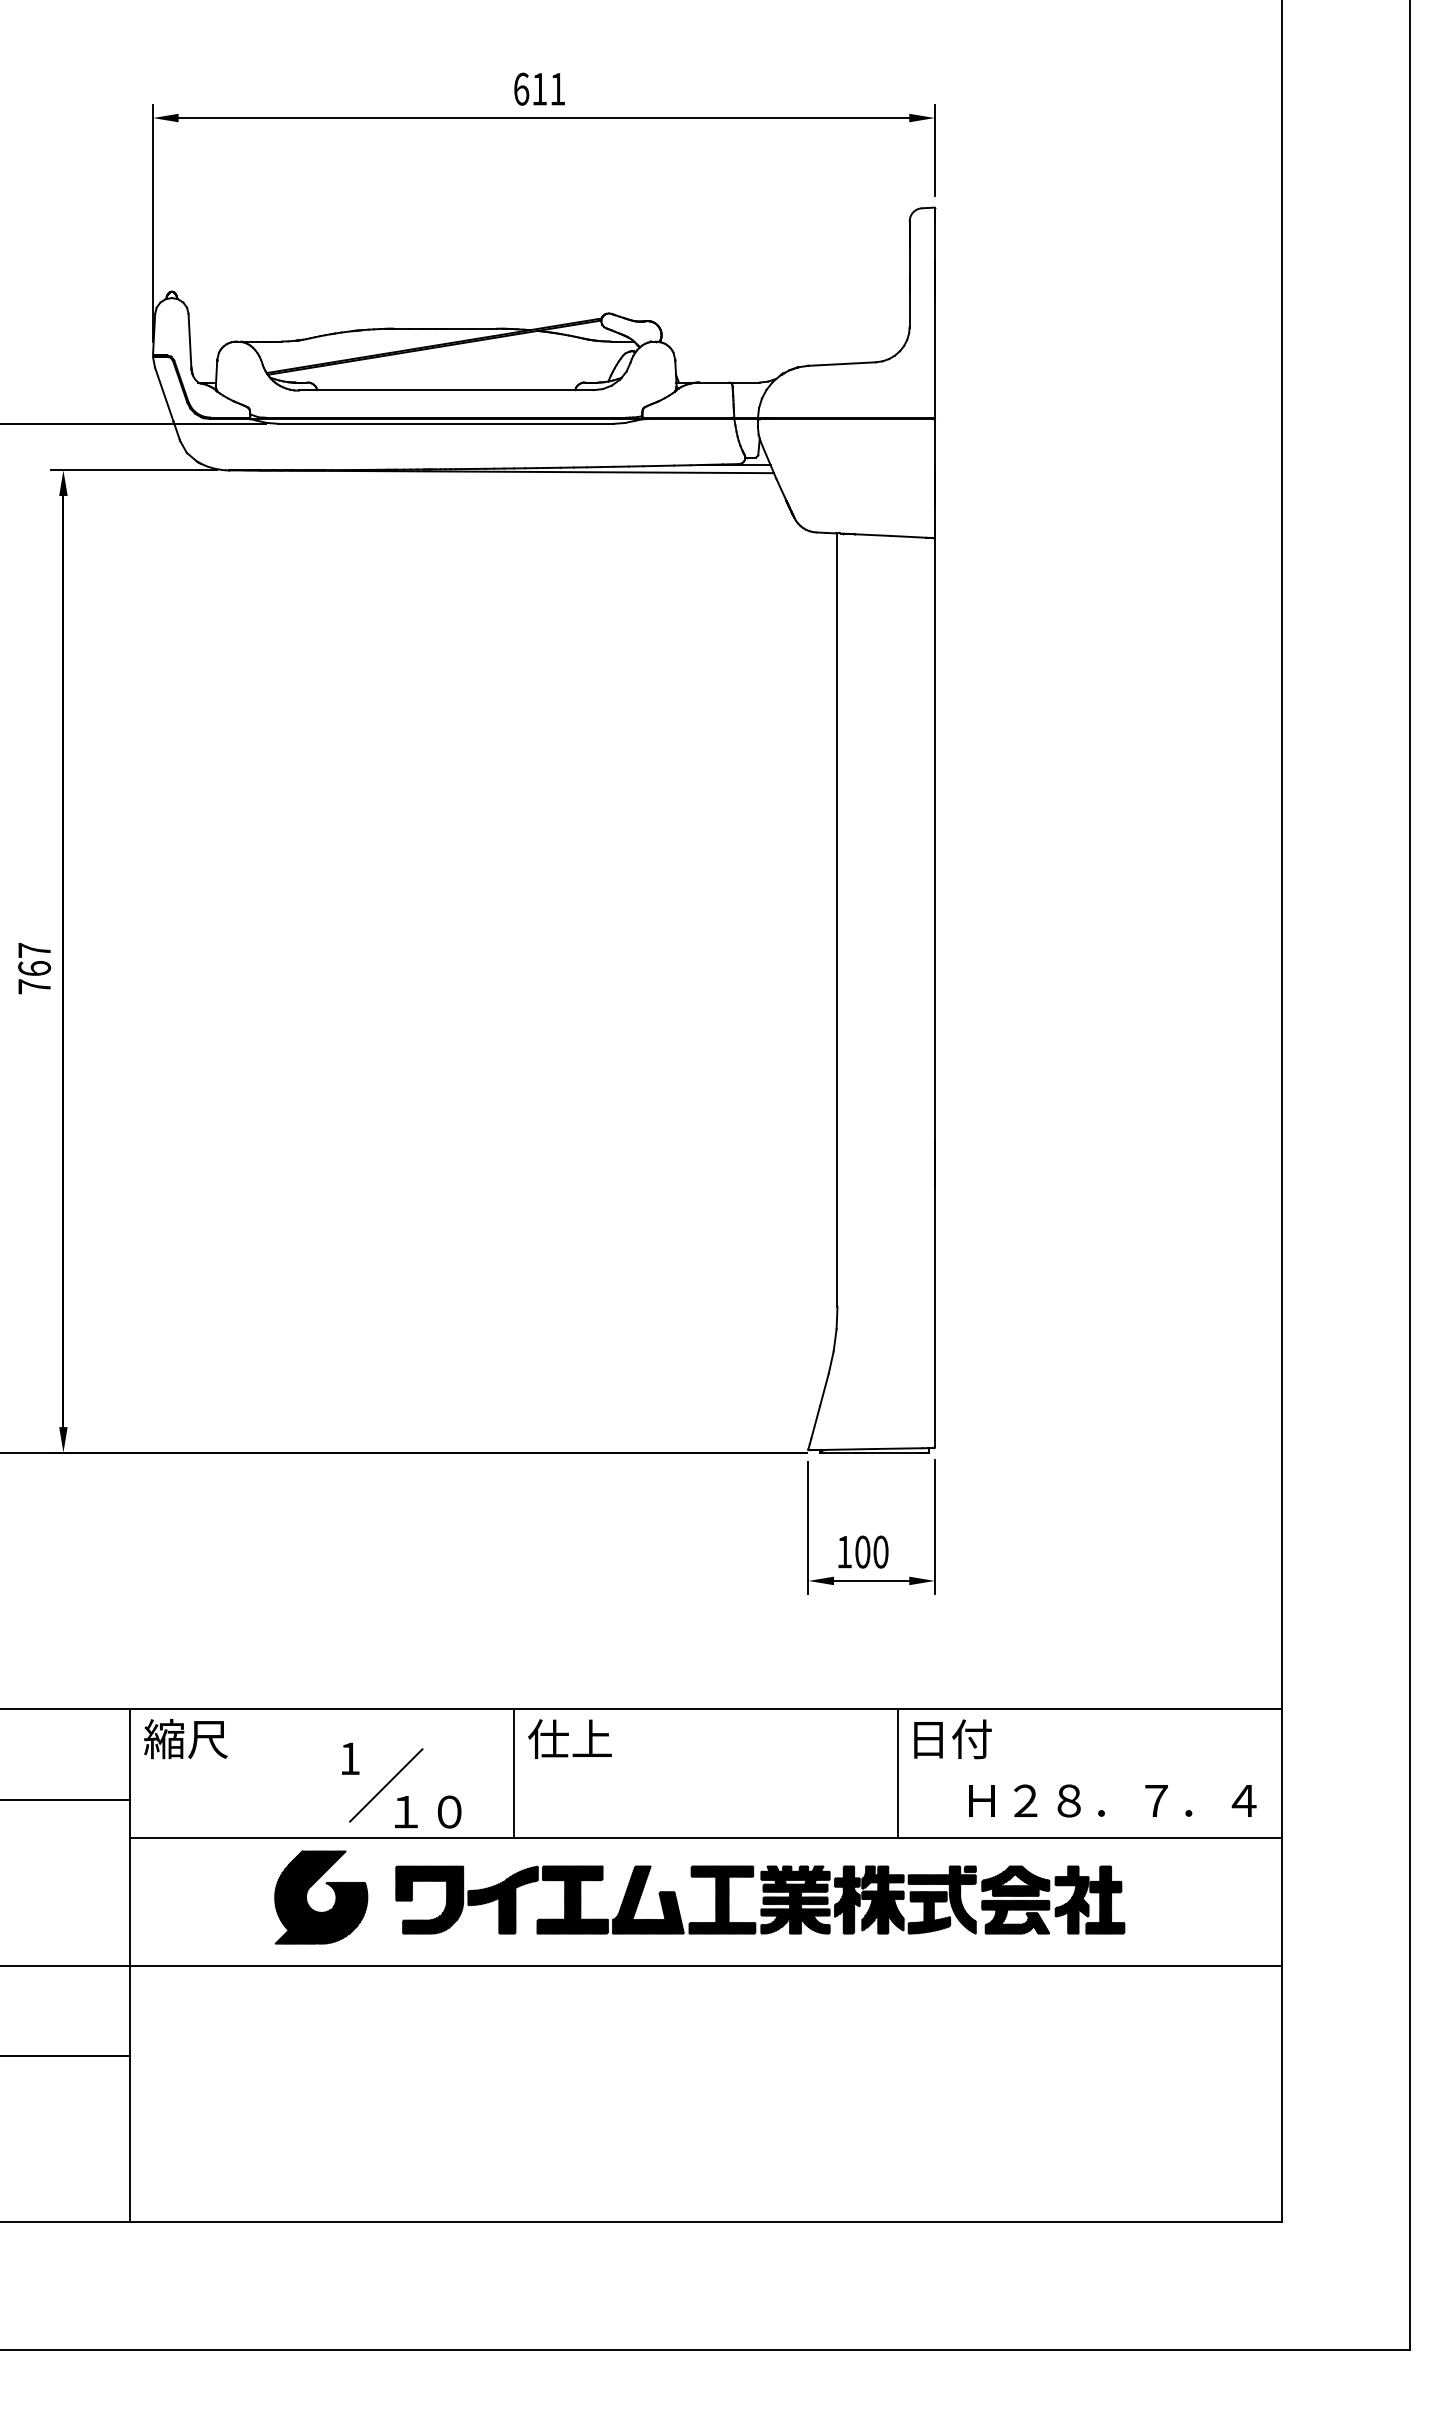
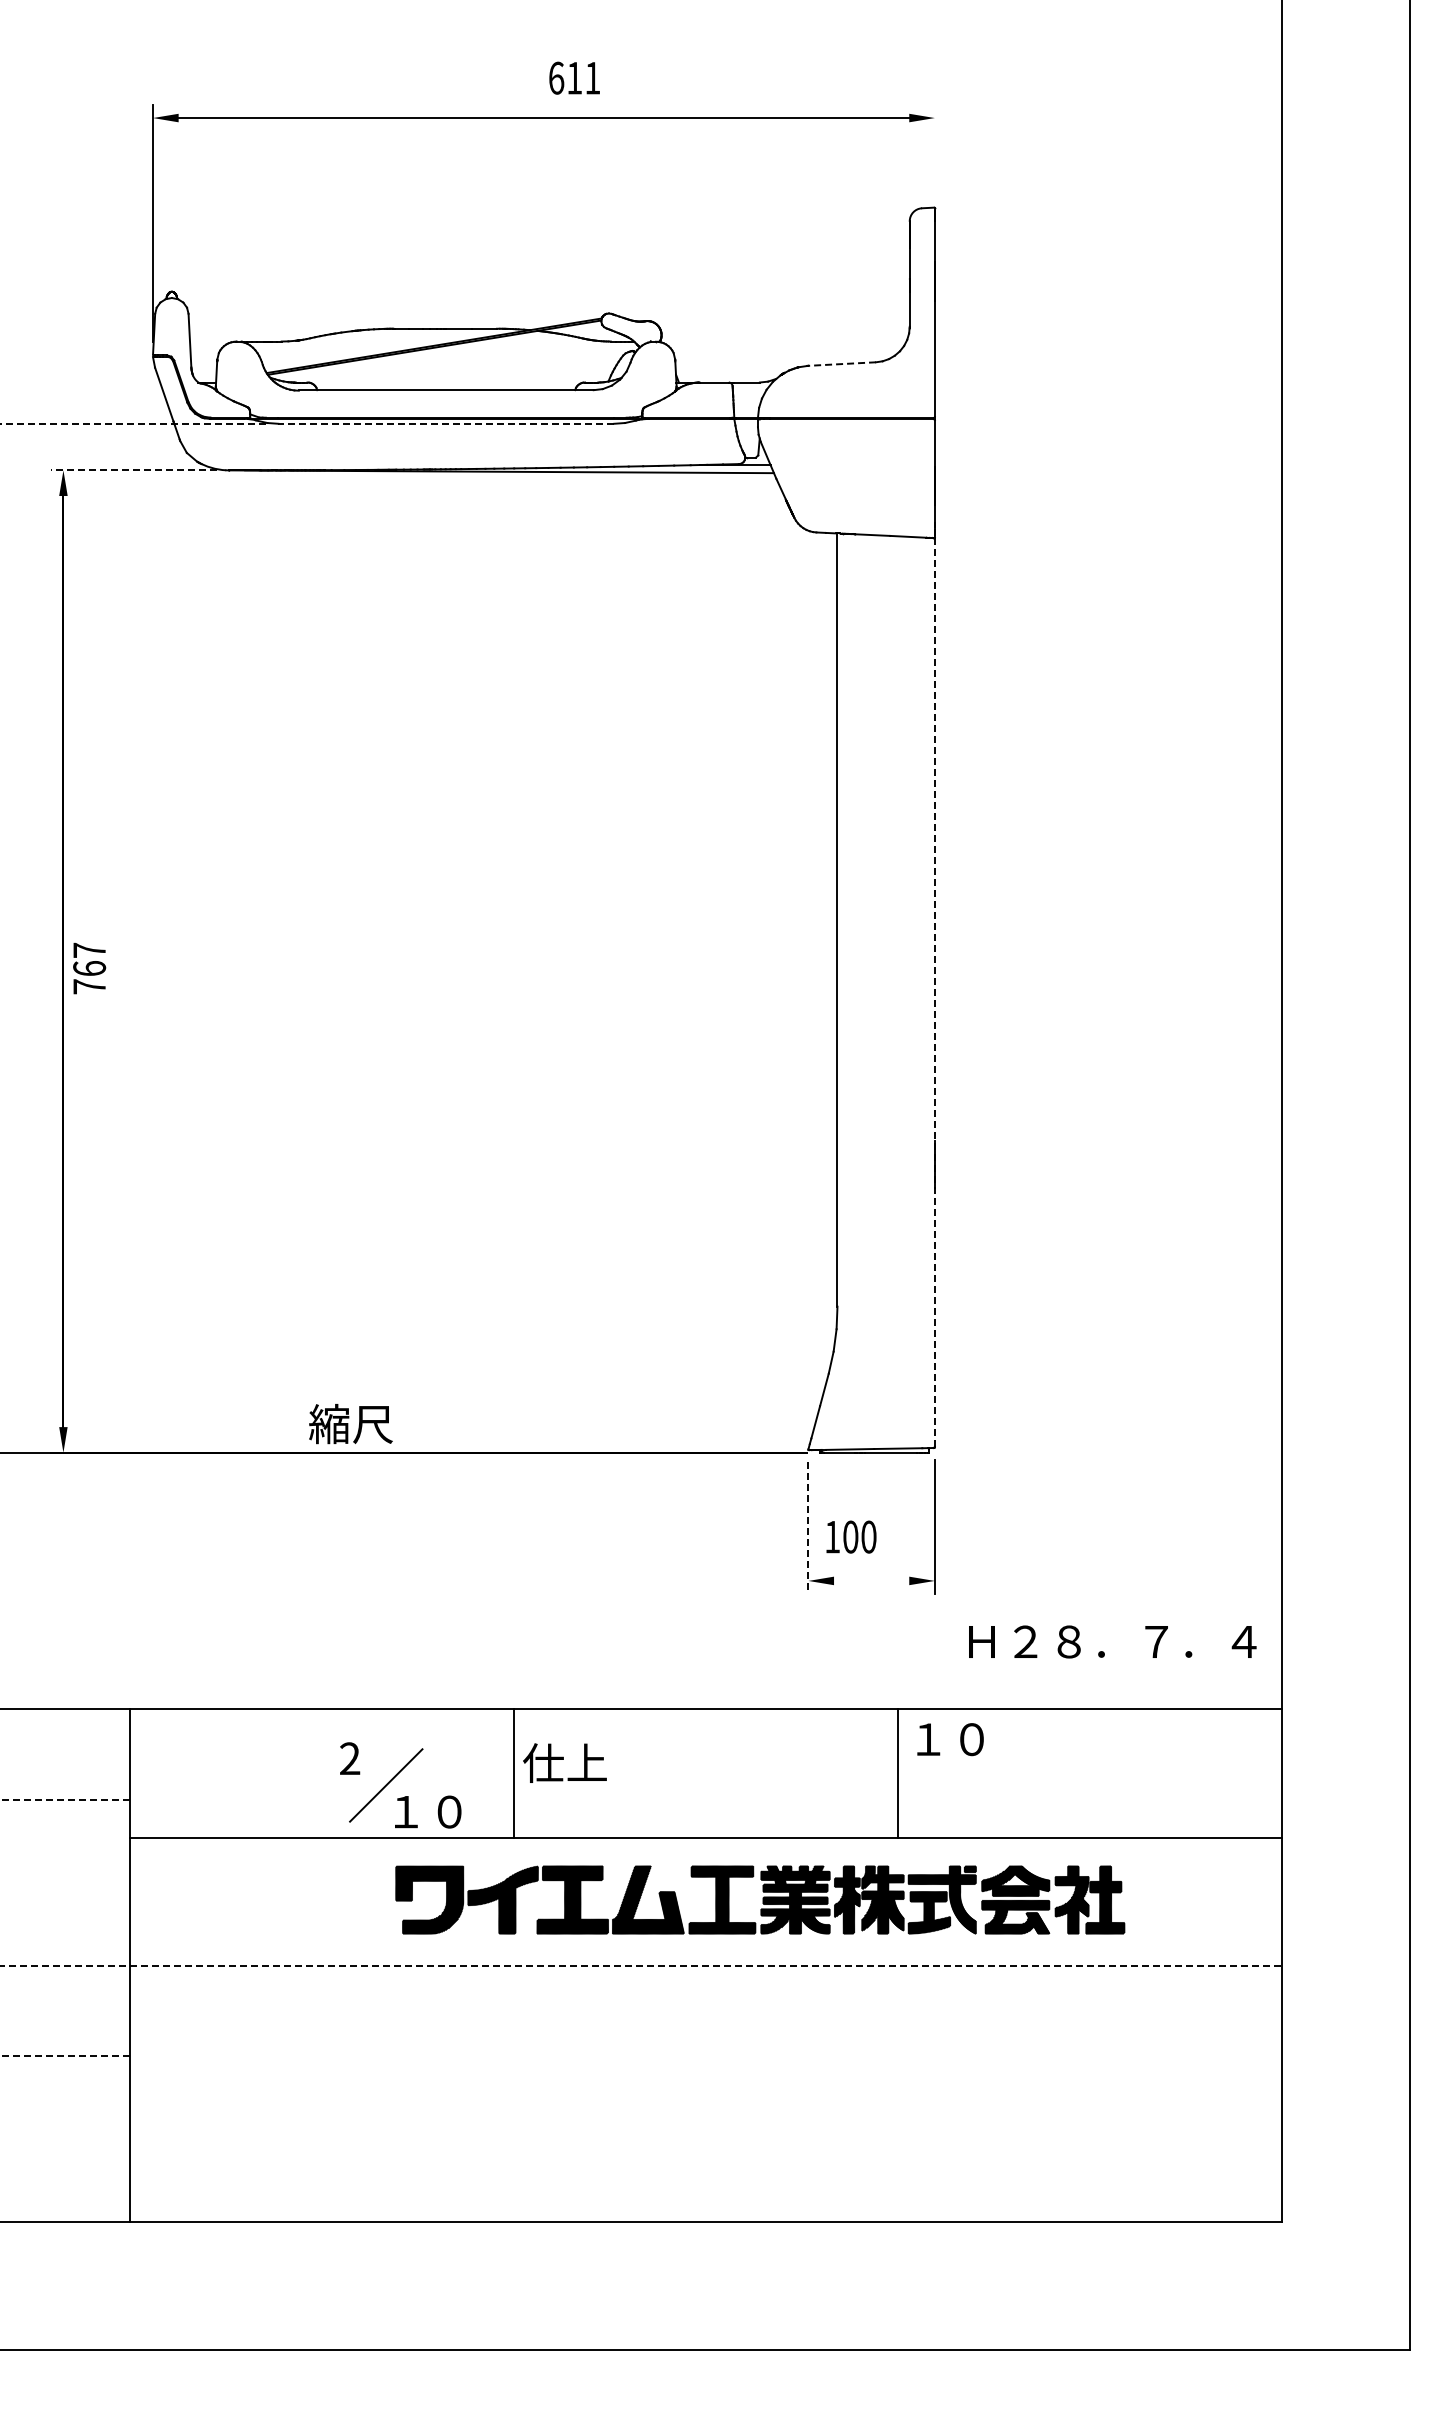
text at (539, 88) position: (539, 88) -> (574, 77)
line at (934, 150): present -> none
line at (842, 364): solid -> dashed
line at (132, 423): solid -> dashed
line at (446, 423): solid -> dashed
line at (133, 470): solid -> dashed
text at (34, 968) position: (34, 968) -> (89, 968)
line at (934, 992): solid -> dashed
line at (808, 1527): solid -> dashed
text at (863, 1551) position: (863, 1551) -> (851, 1536)
line at (871, 1580): present -> none
text at (569, 1738) position: (569, 1738) -> (564, 1762)
text at (185, 1739) position: (185, 1739) -> (350, 1424)
text at (952, 1739): 日付 -> １０
text at (350, 1758): 1 -> 2
line at (65, 1799): solid -> dashed
text at (1112, 1800) position: (1112, 1800) -> (1112, 1641)
part at (328, 1885): present -> none
line at (641, 1966): solid -> dashed
line at (65, 2055): solid -> dashed
